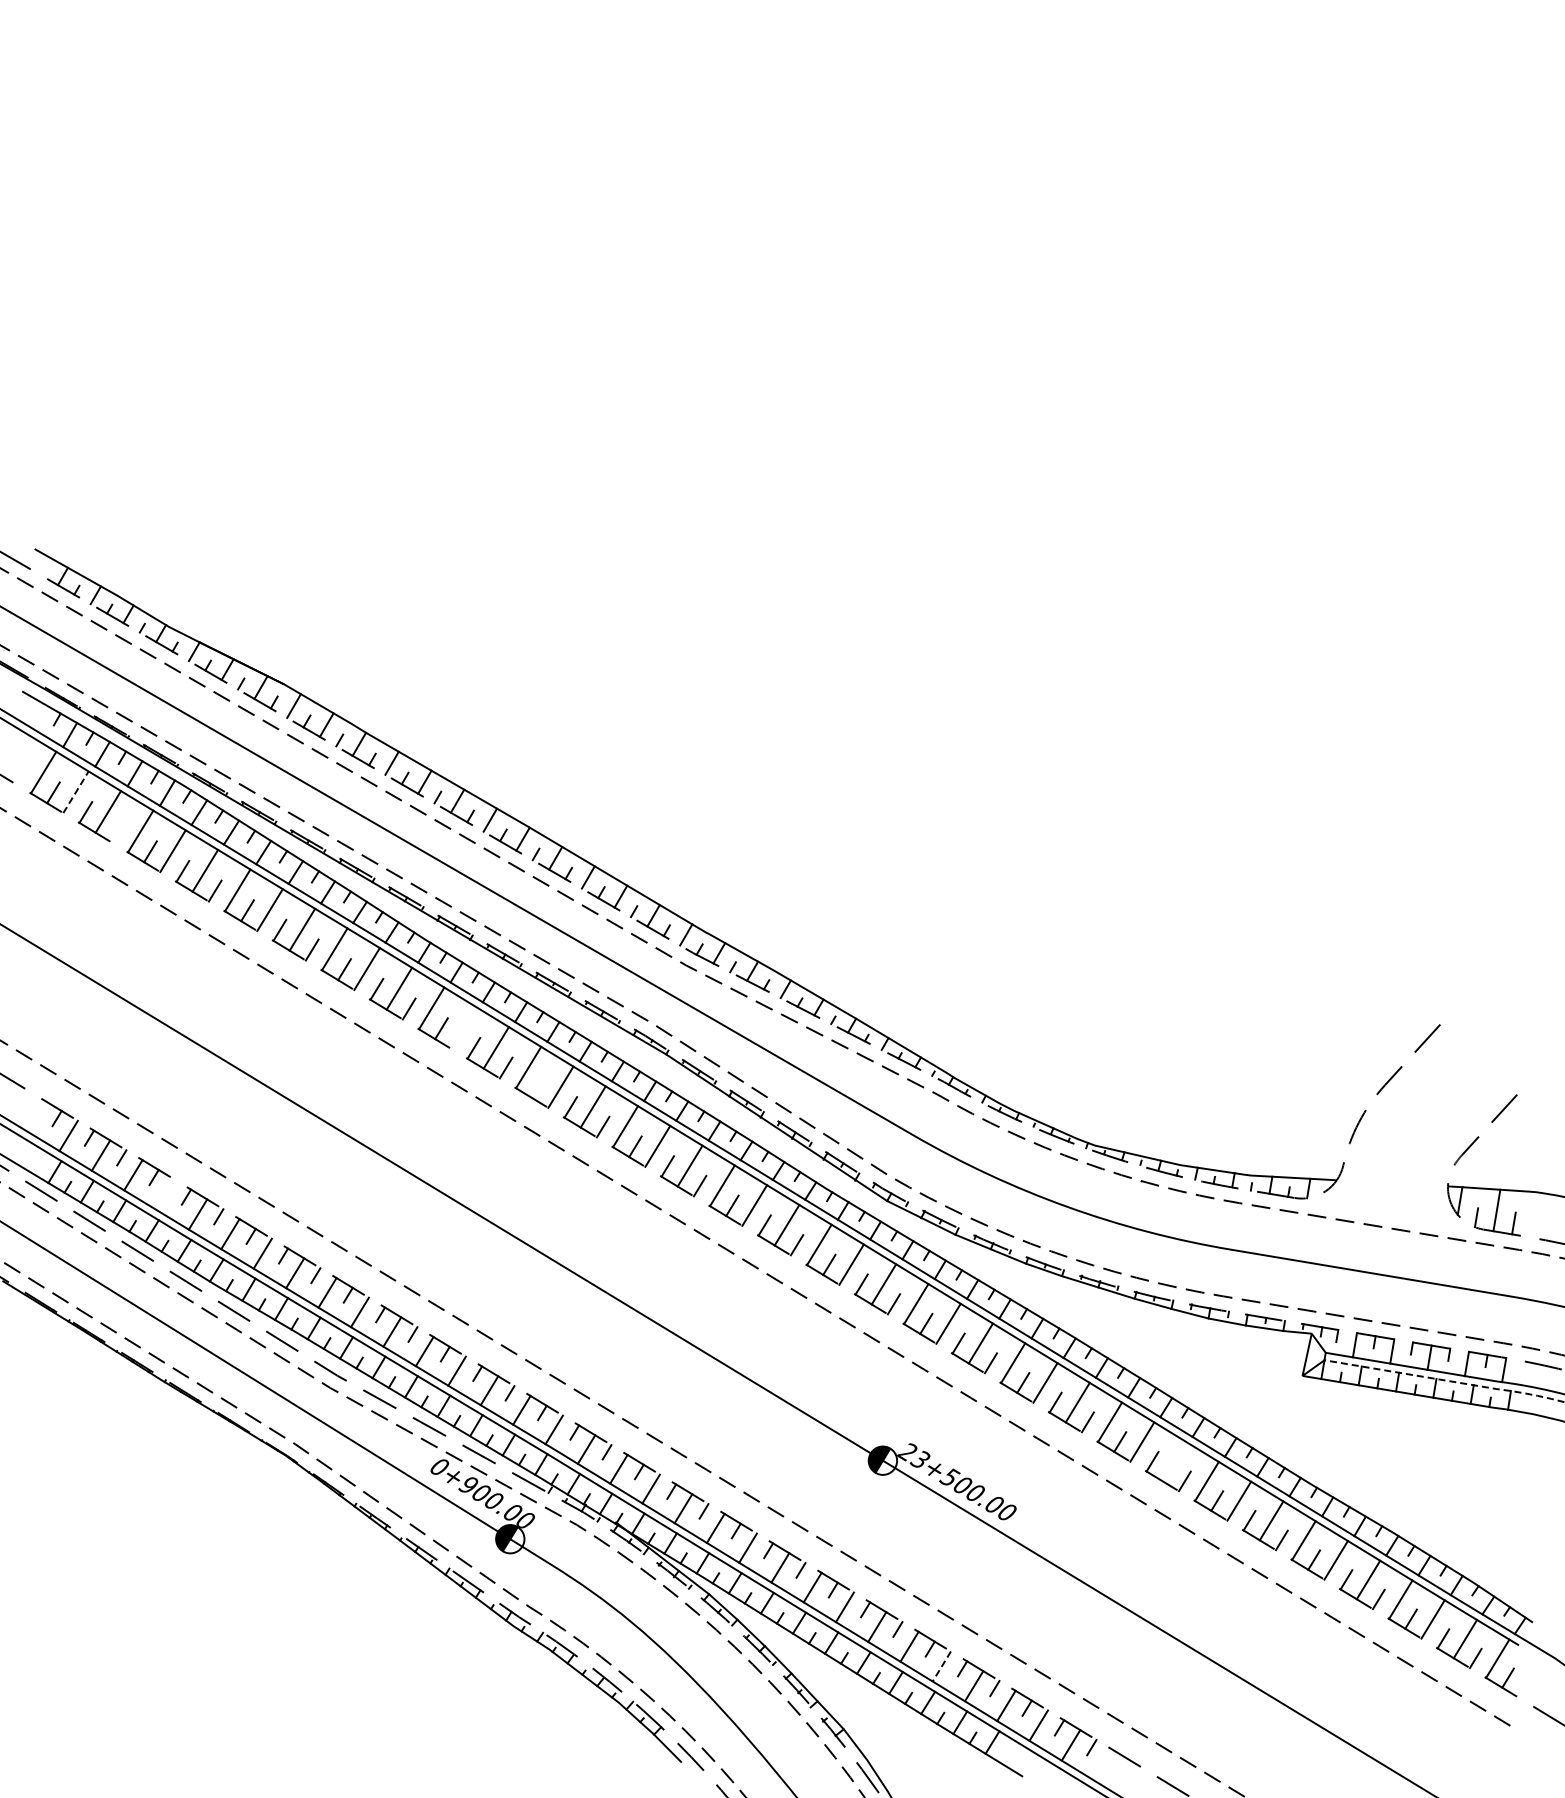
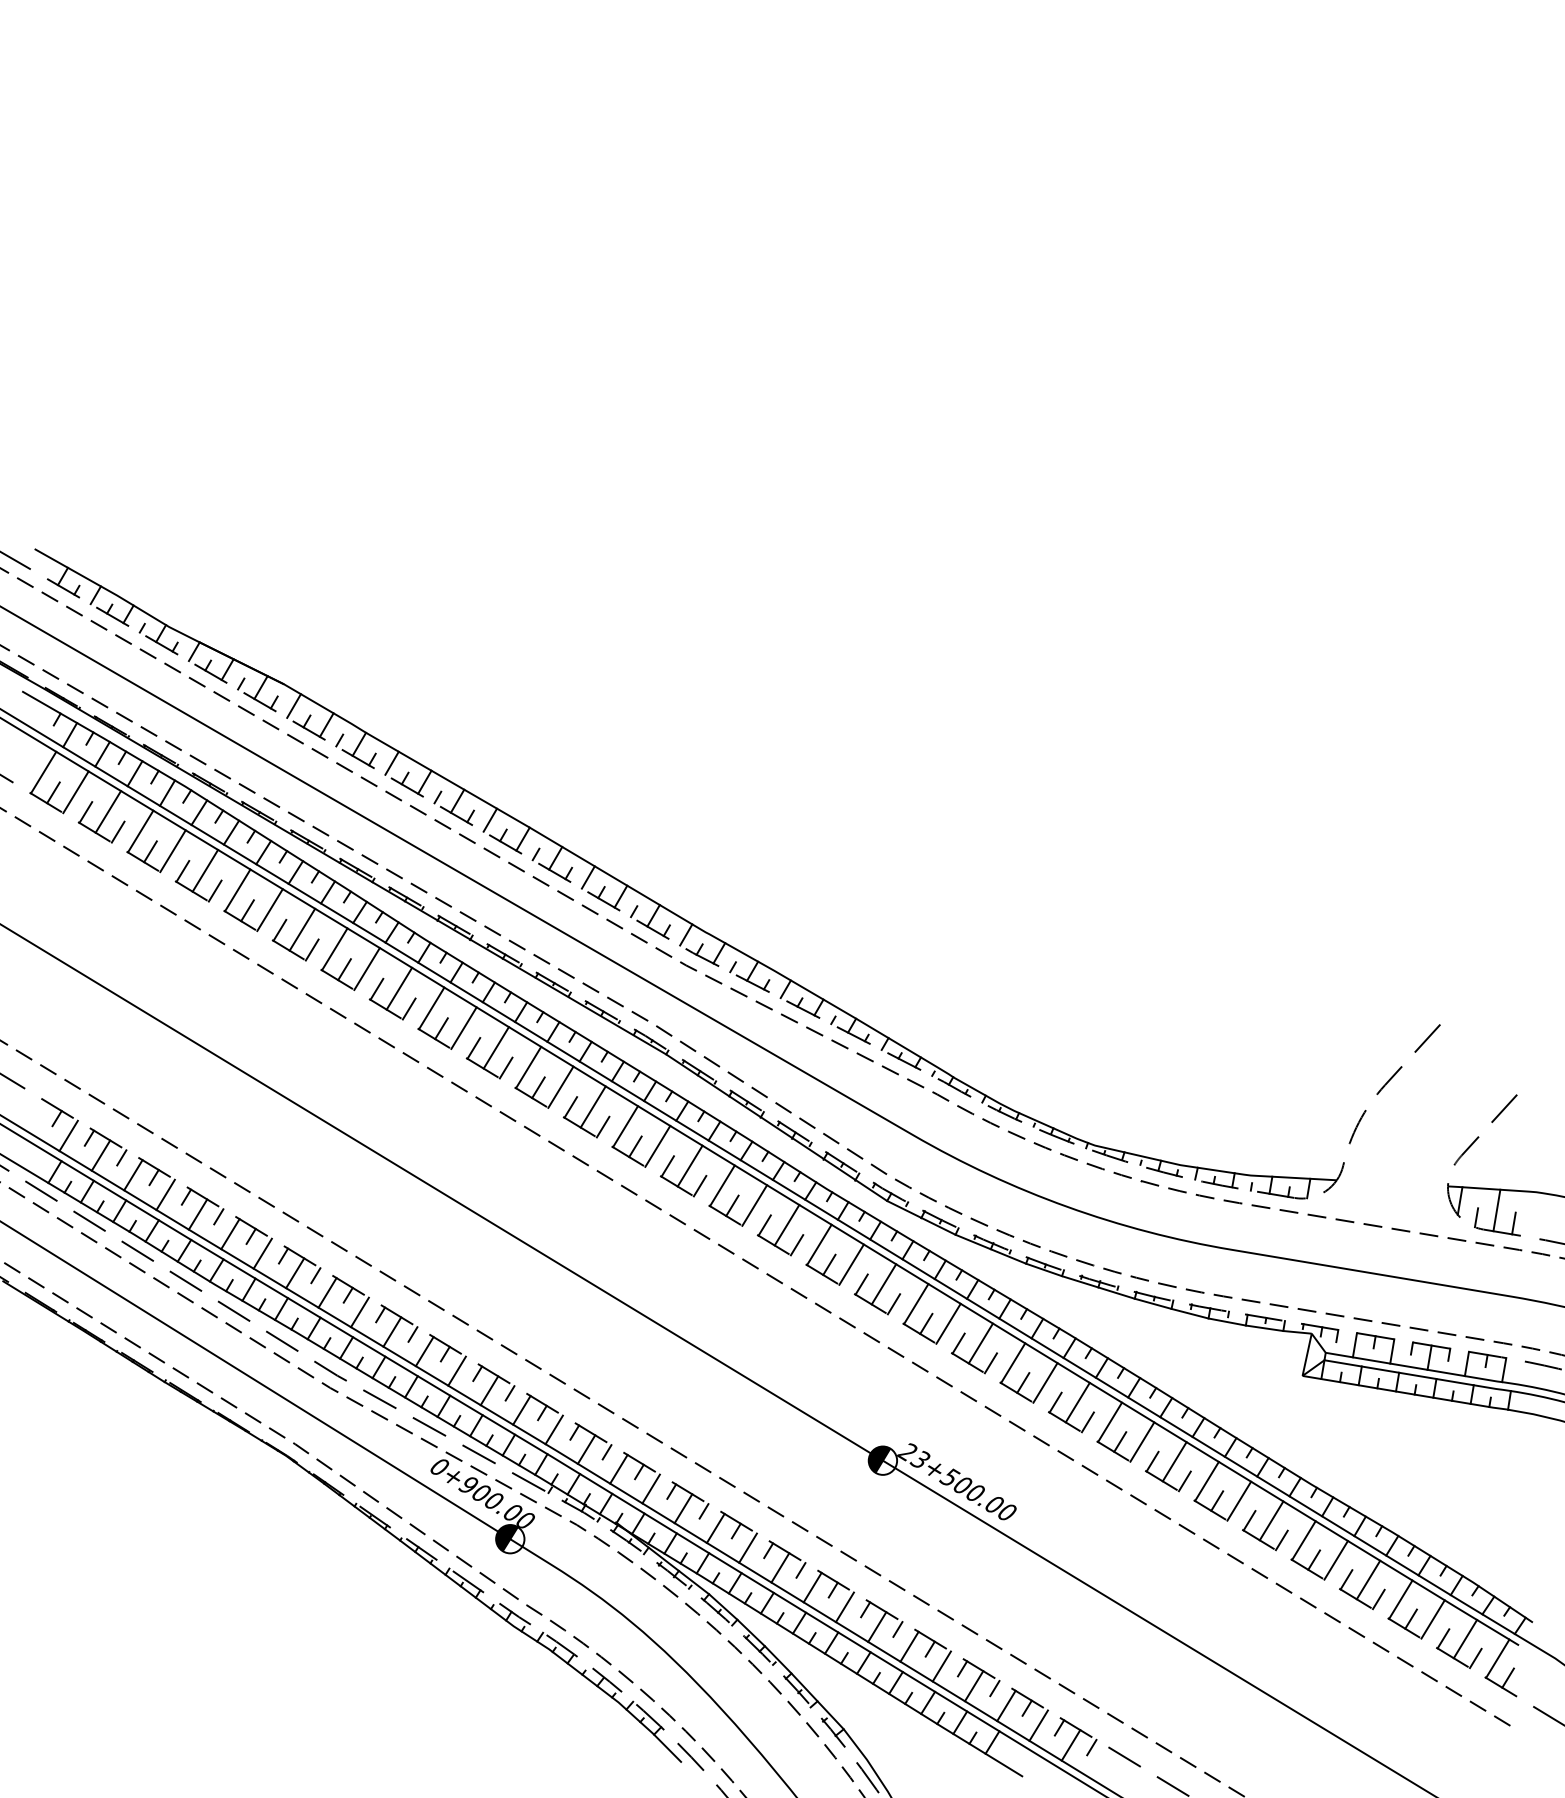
line at (76, 791): dashed -> solid
line at (117, 831): none -> present
line at (463, 1027): none -> present
line at (538, 1087): none -> present
line at (165, 1194): none -> present
line at (1446, 1380): dashed -> solid
line at (1174, 1461): none -> present
line at (941, 1666): dashed -> solid
